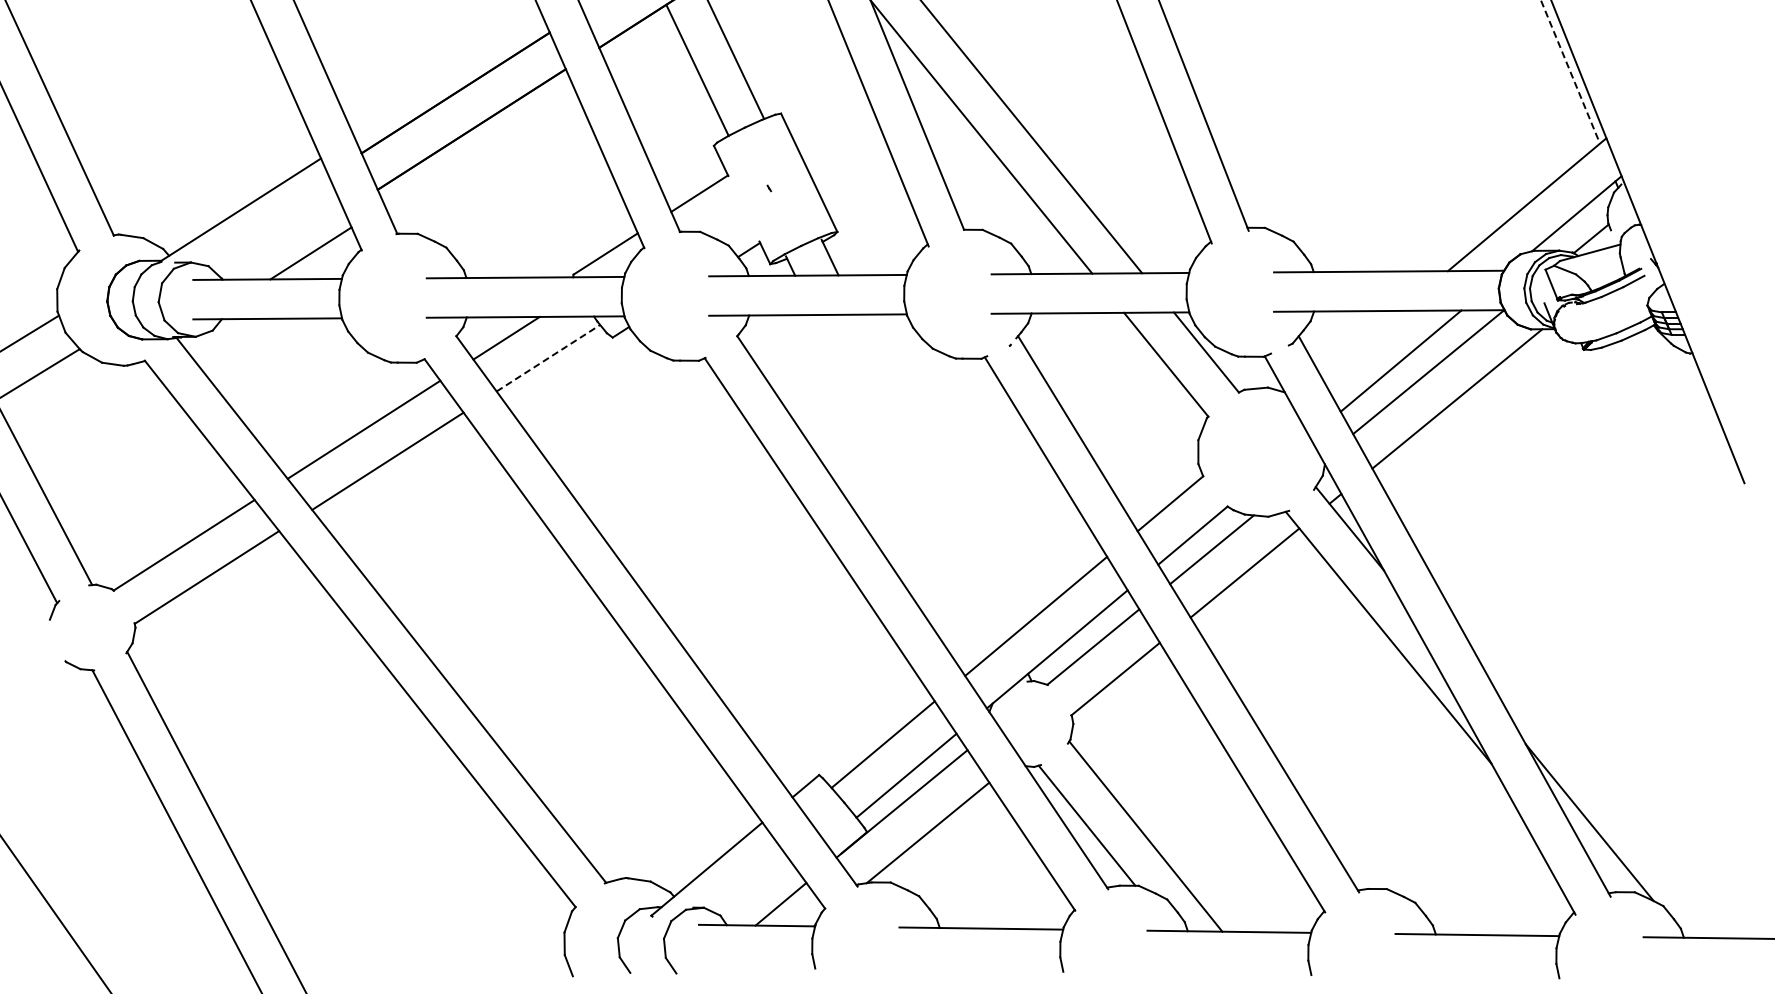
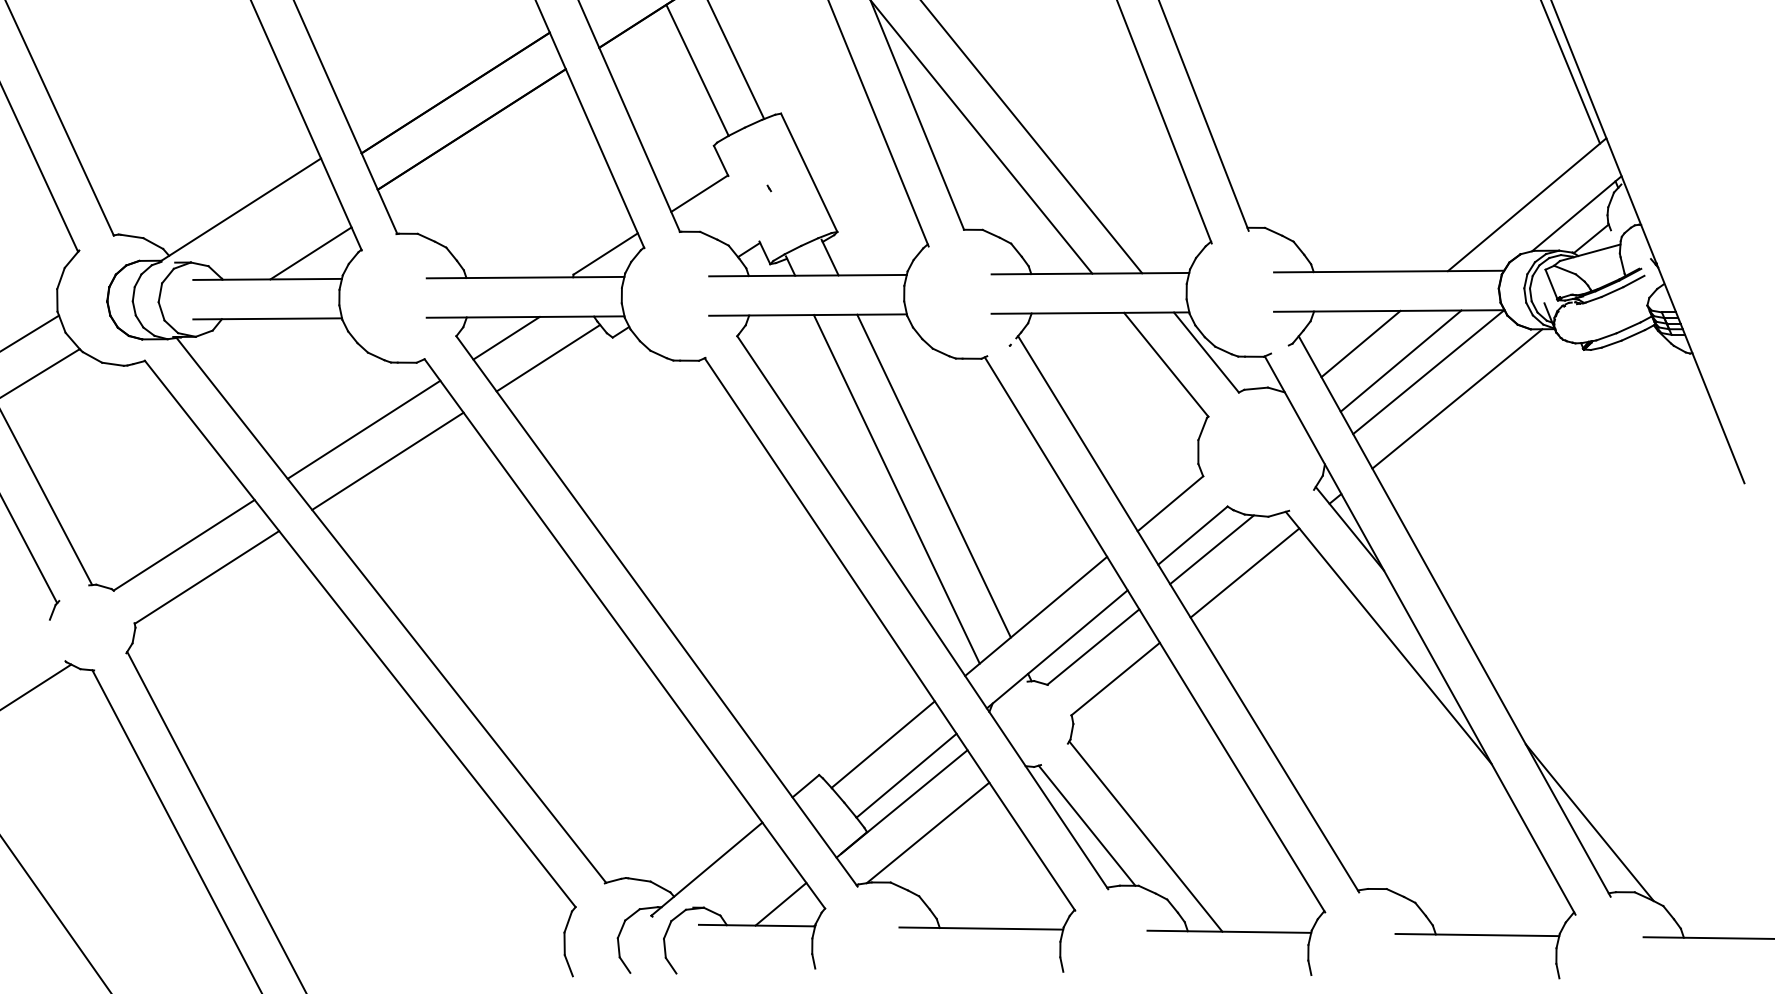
line at (1570, 72): dashed -> solid
line at (1360, 343): none -> present
line at (548, 358): dashed -> solid
line at (933, 475): none -> present
line at (896, 489): none -> present
line at (36, 686): none -> present
